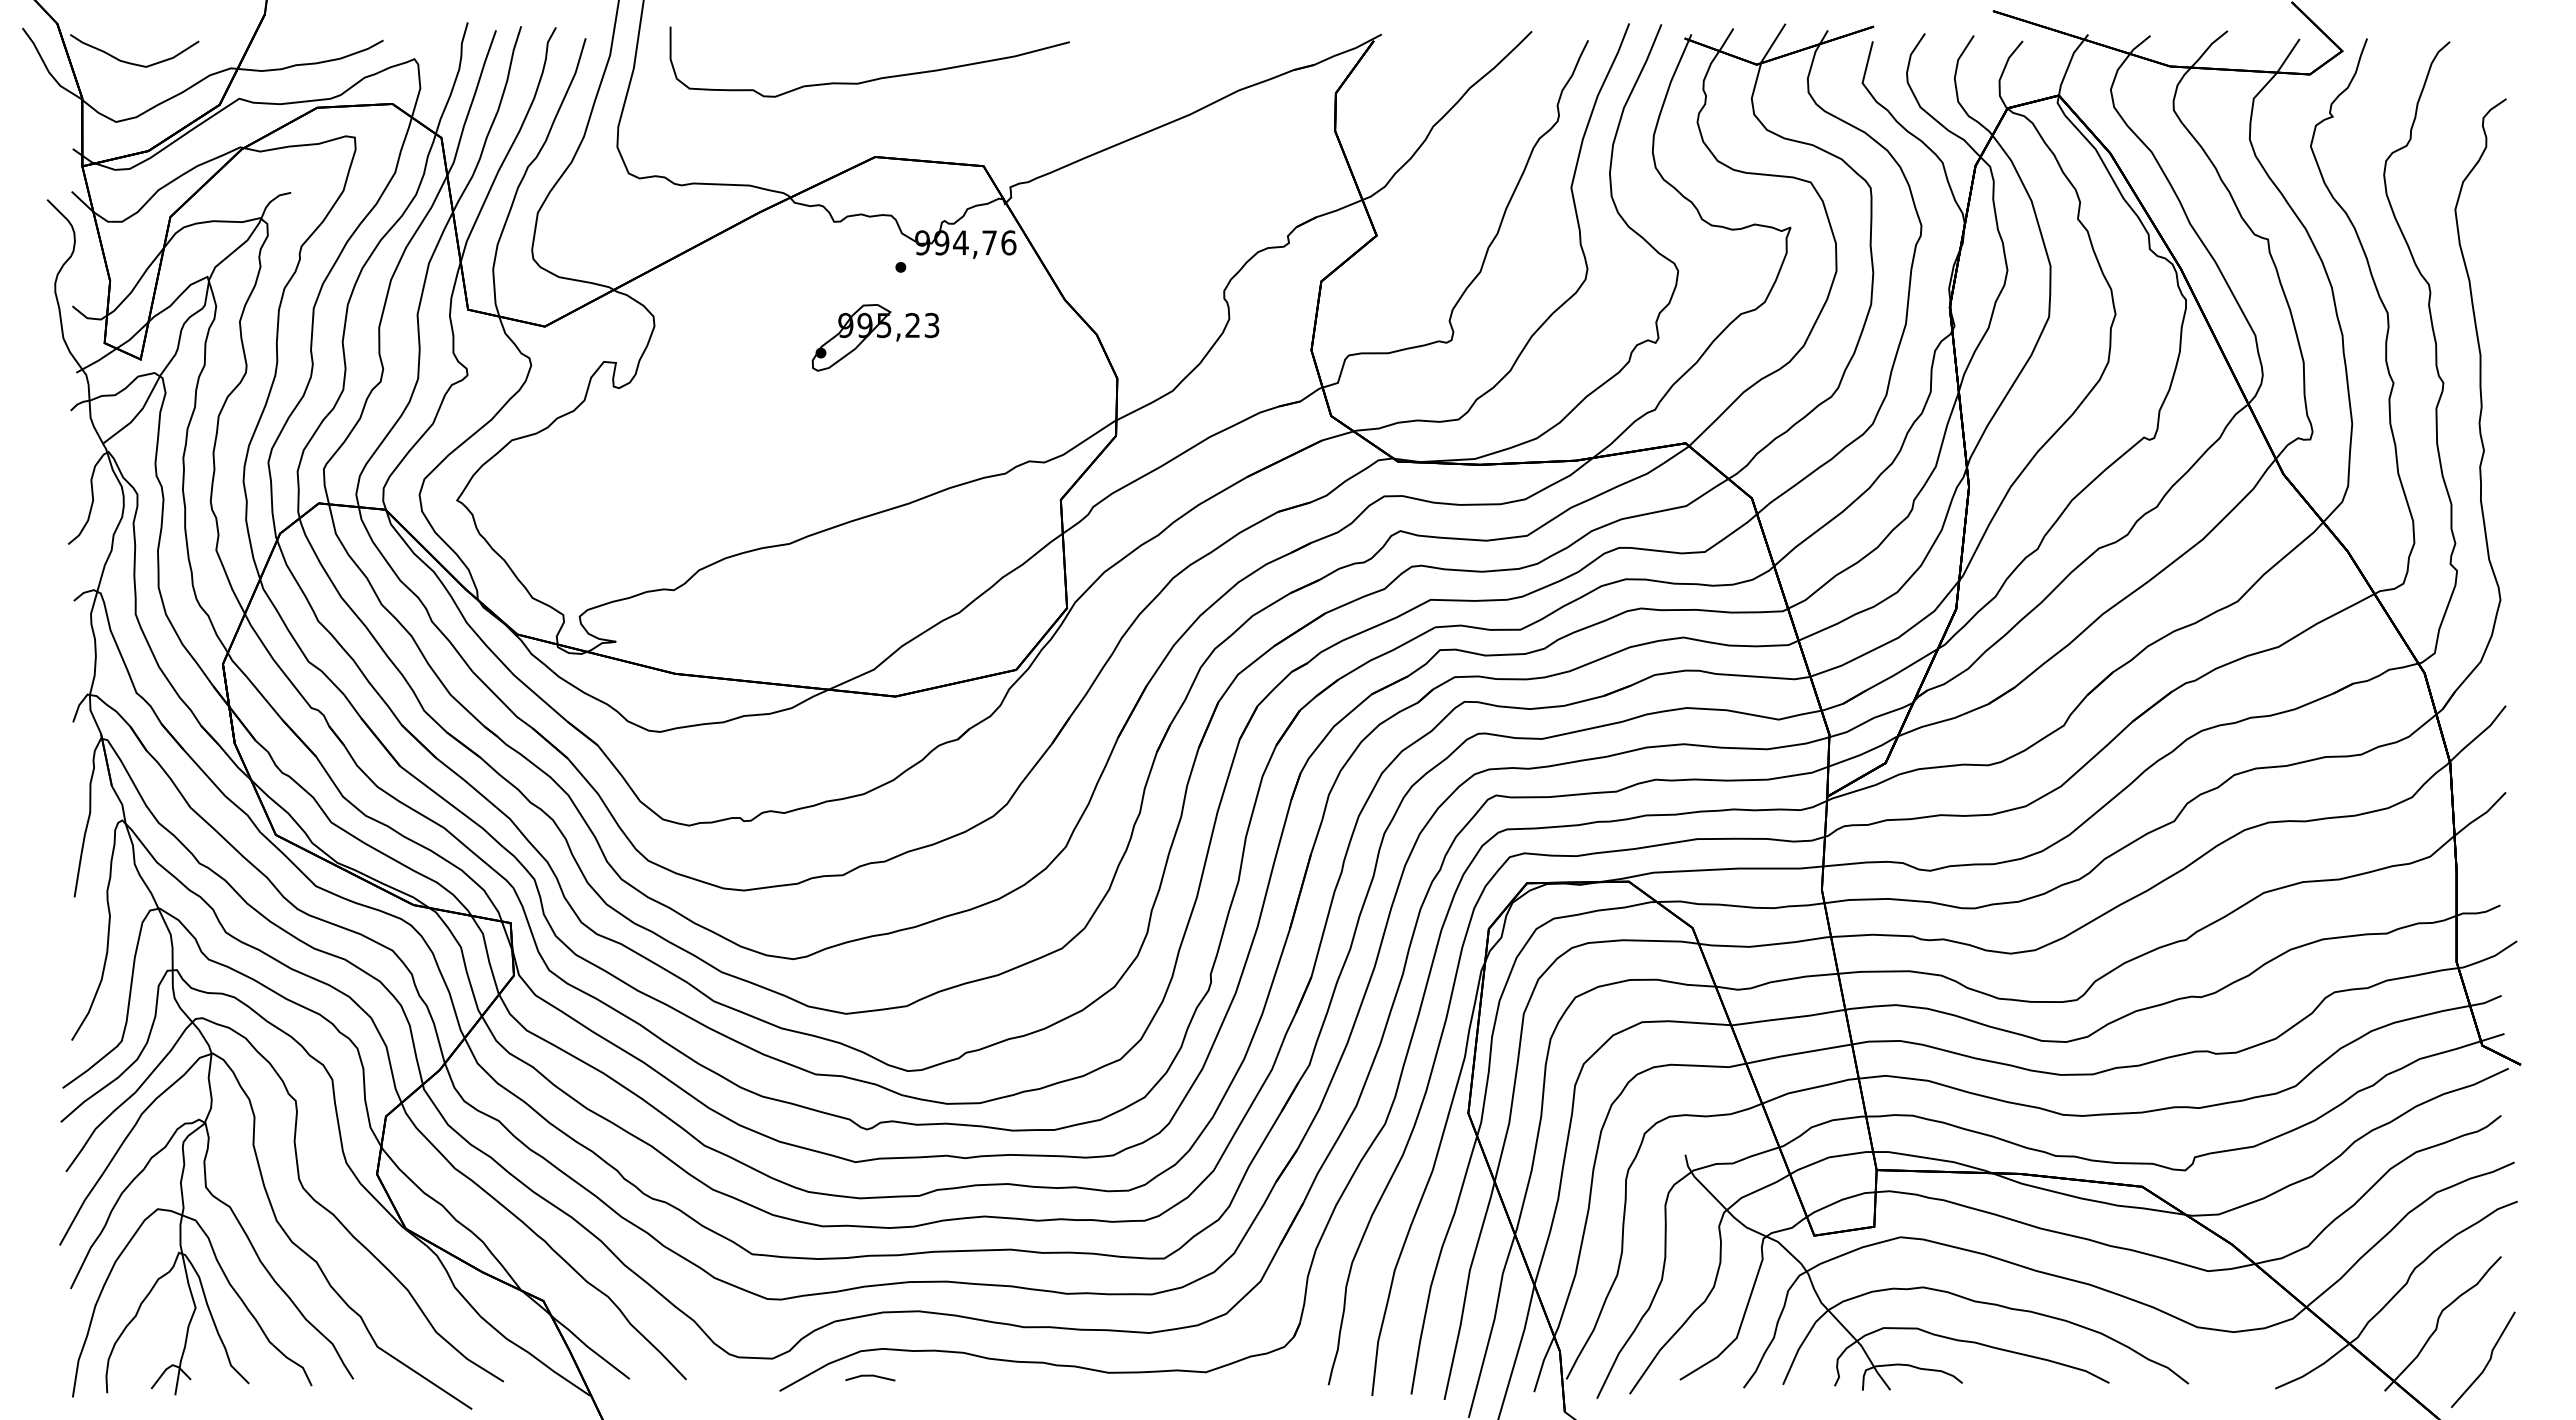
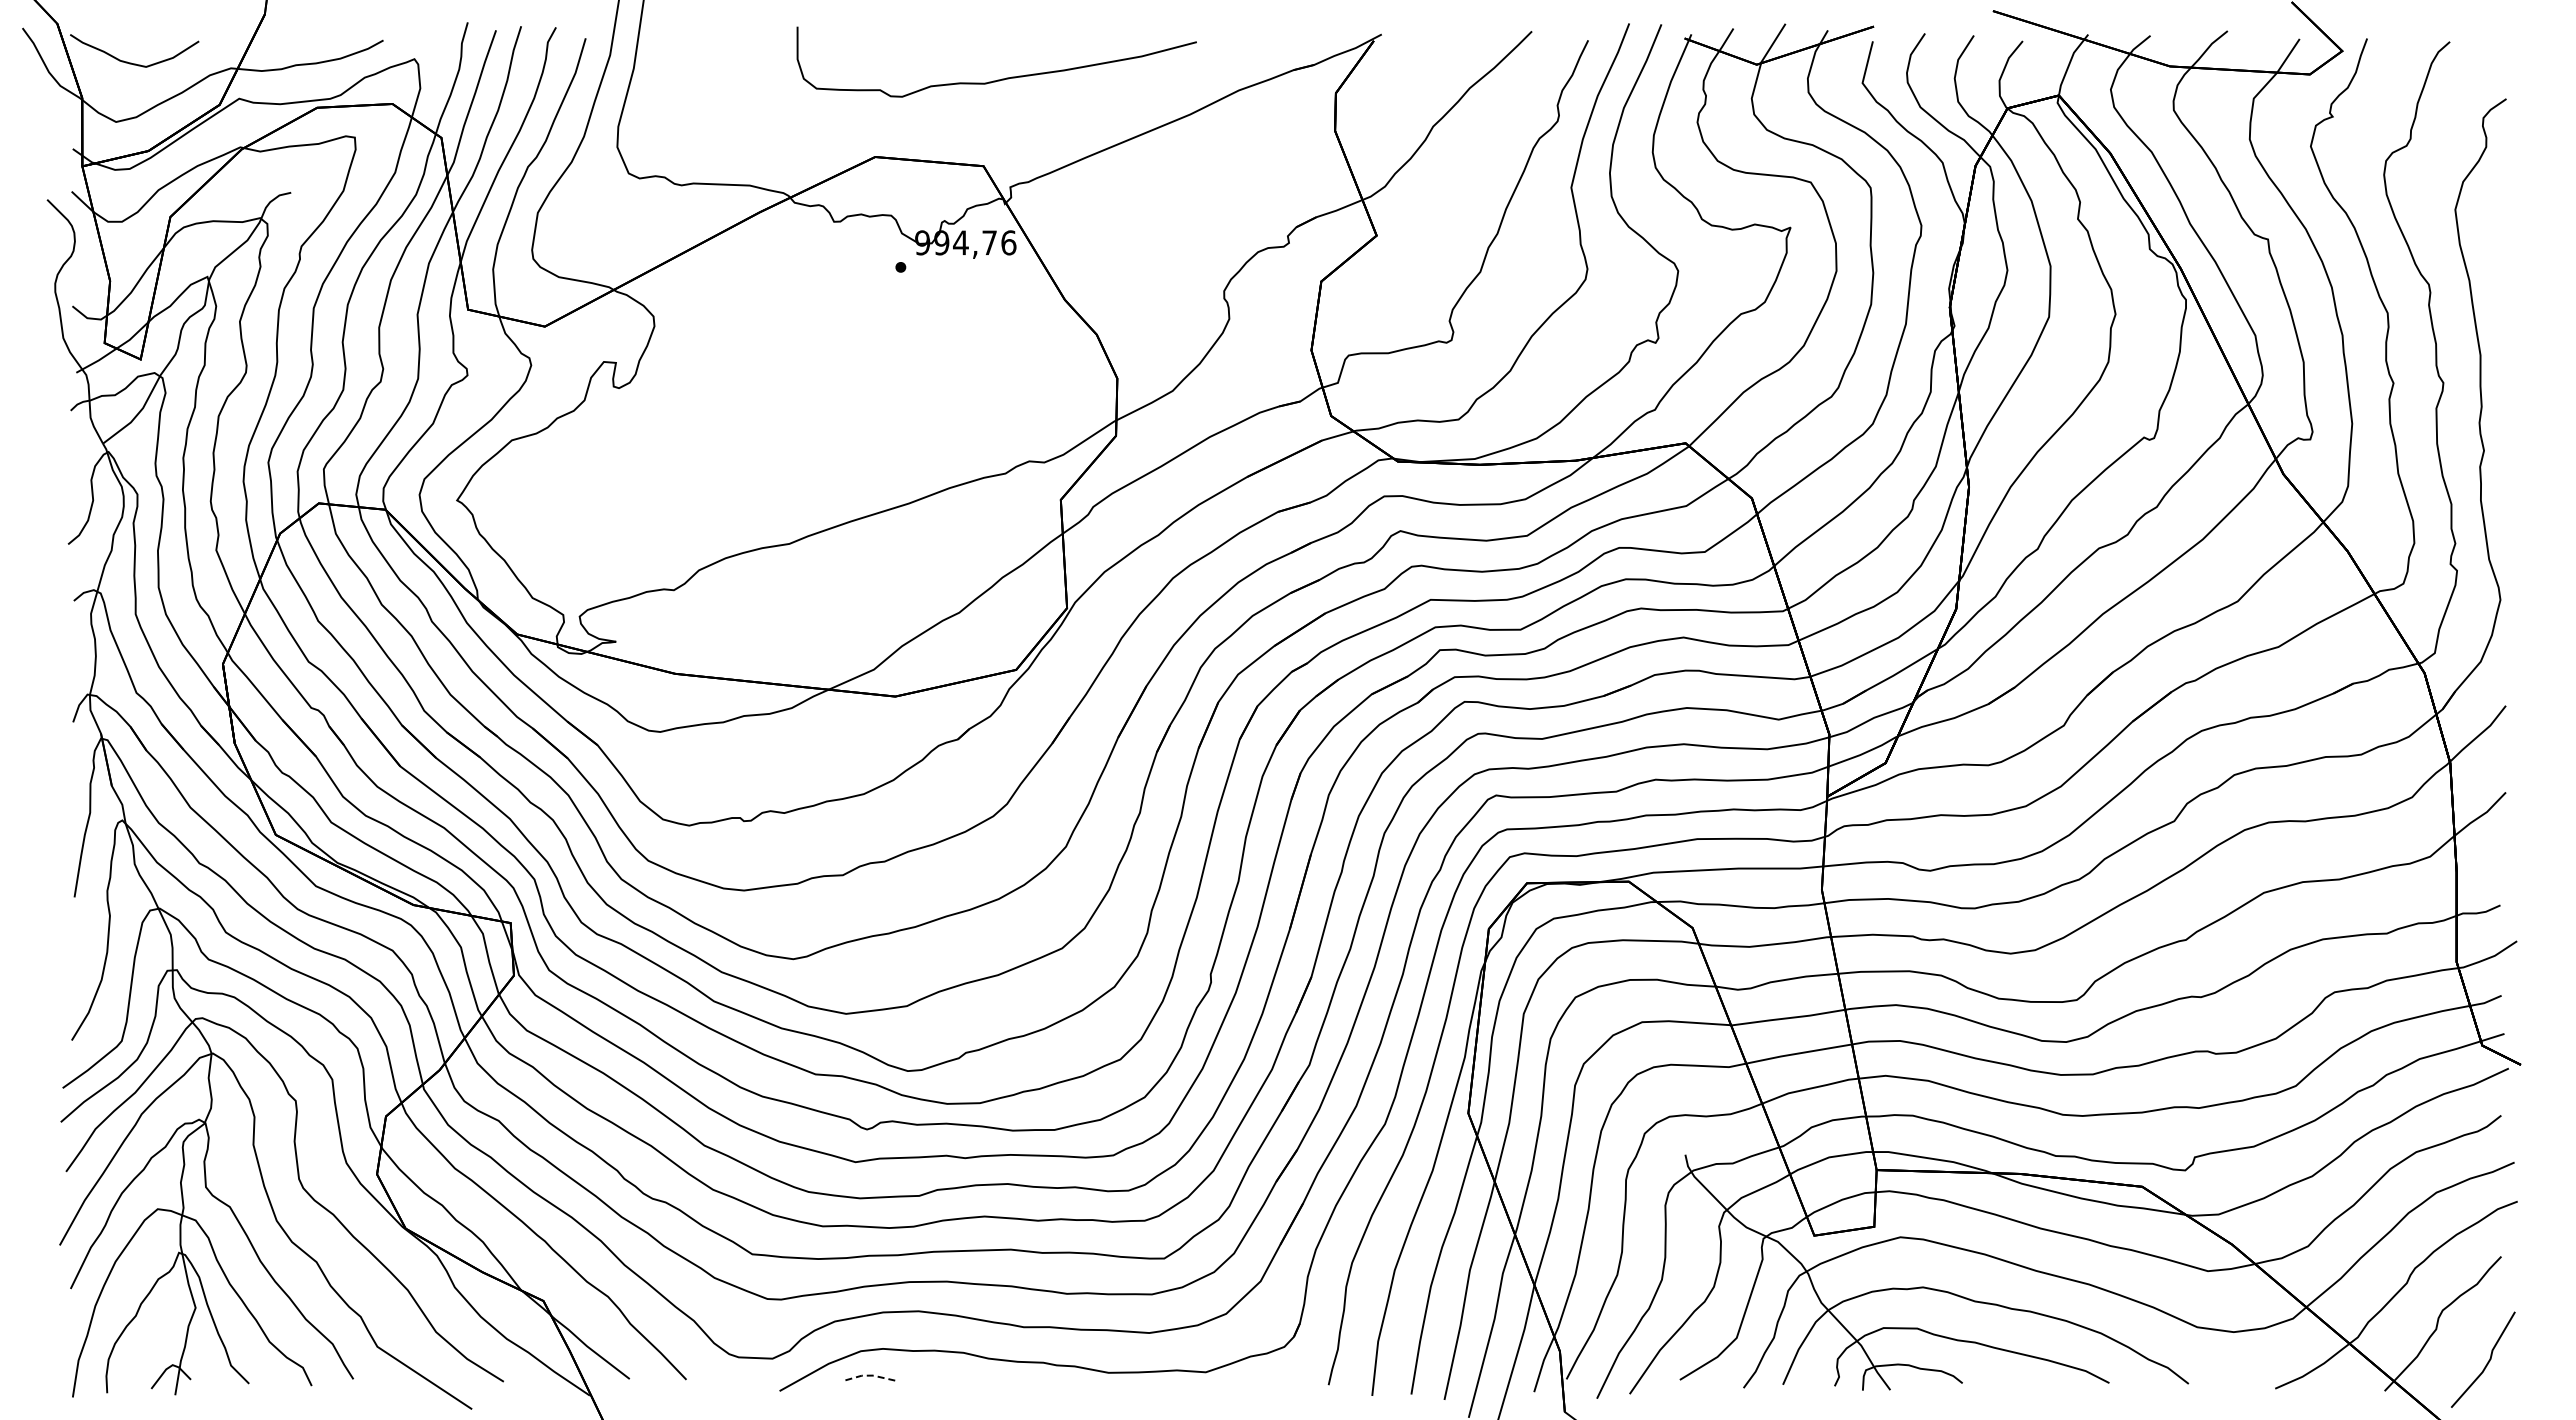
curve at (875, 78) position: (875, 78) -> (1002, 78)
part at (875, 337): present -> none
line at (870, 1375): solid -> dashed
